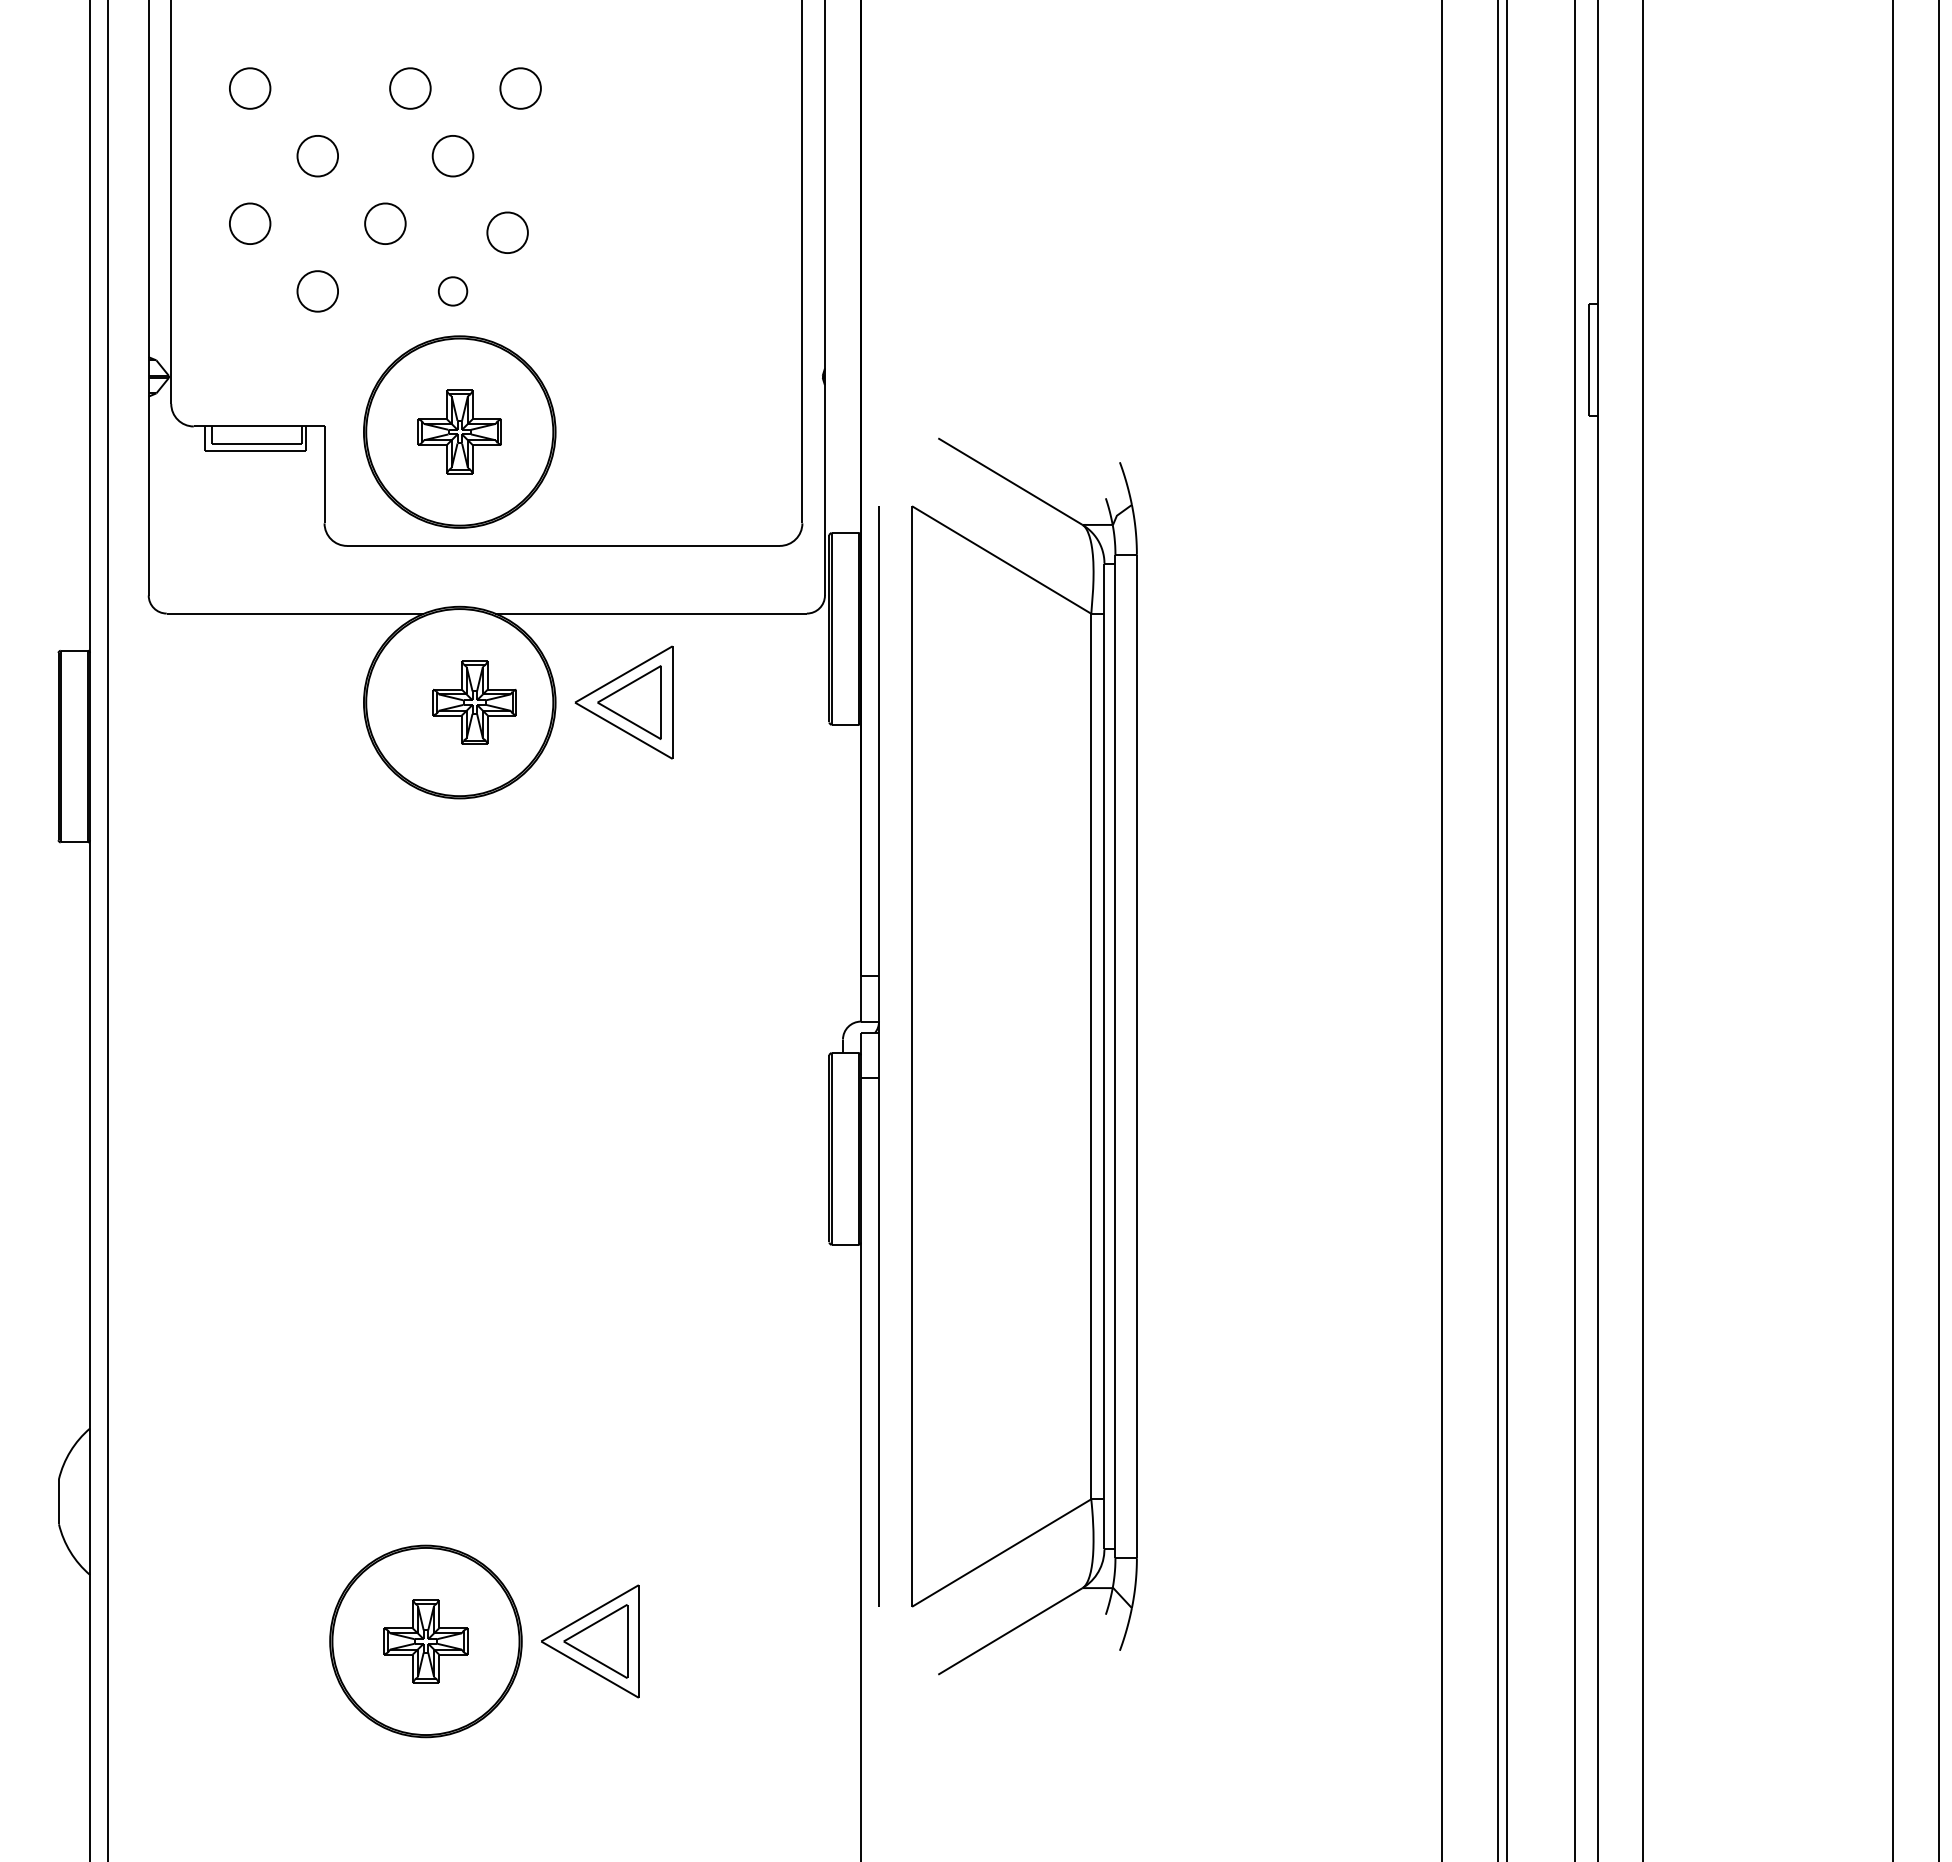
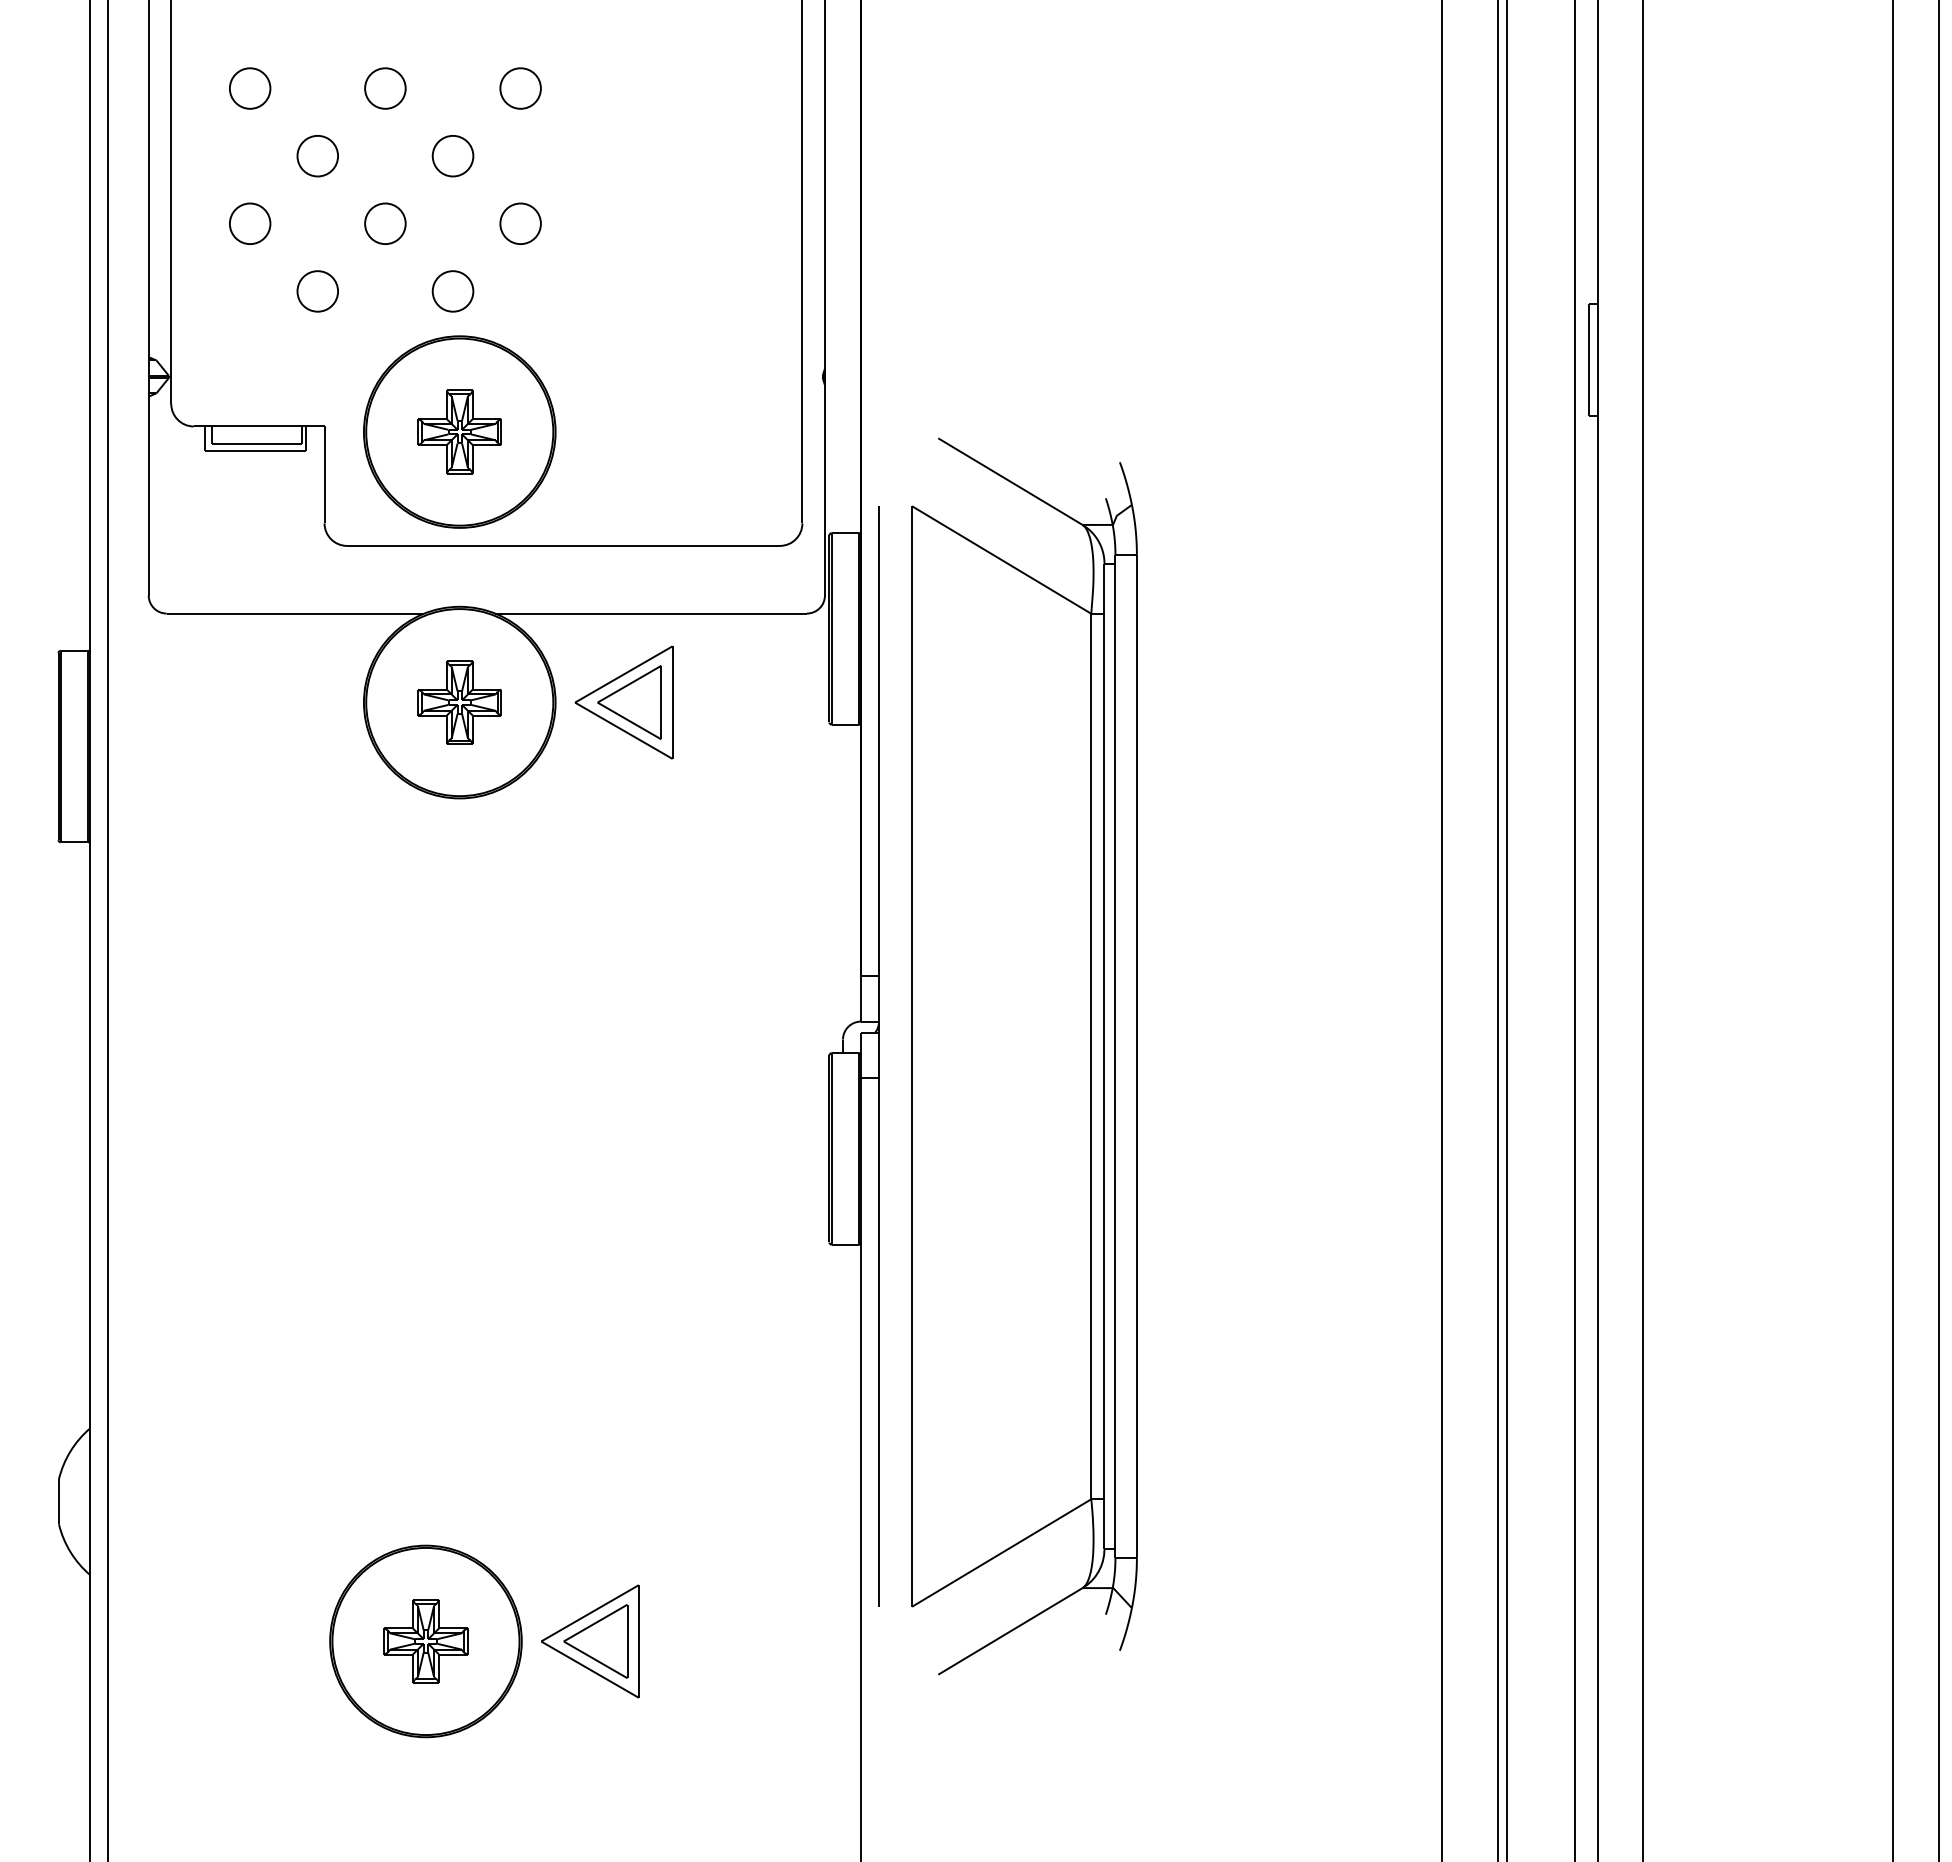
part at (410, 88) position: (410, 88) -> (385, 88)
part at (507, 232) position: (507, 232) -> (520, 223)
part at (452, 291) size: 32x31 px -> 44x43 px
part at (474, 702) position: (474, 702) -> (459, 702)
